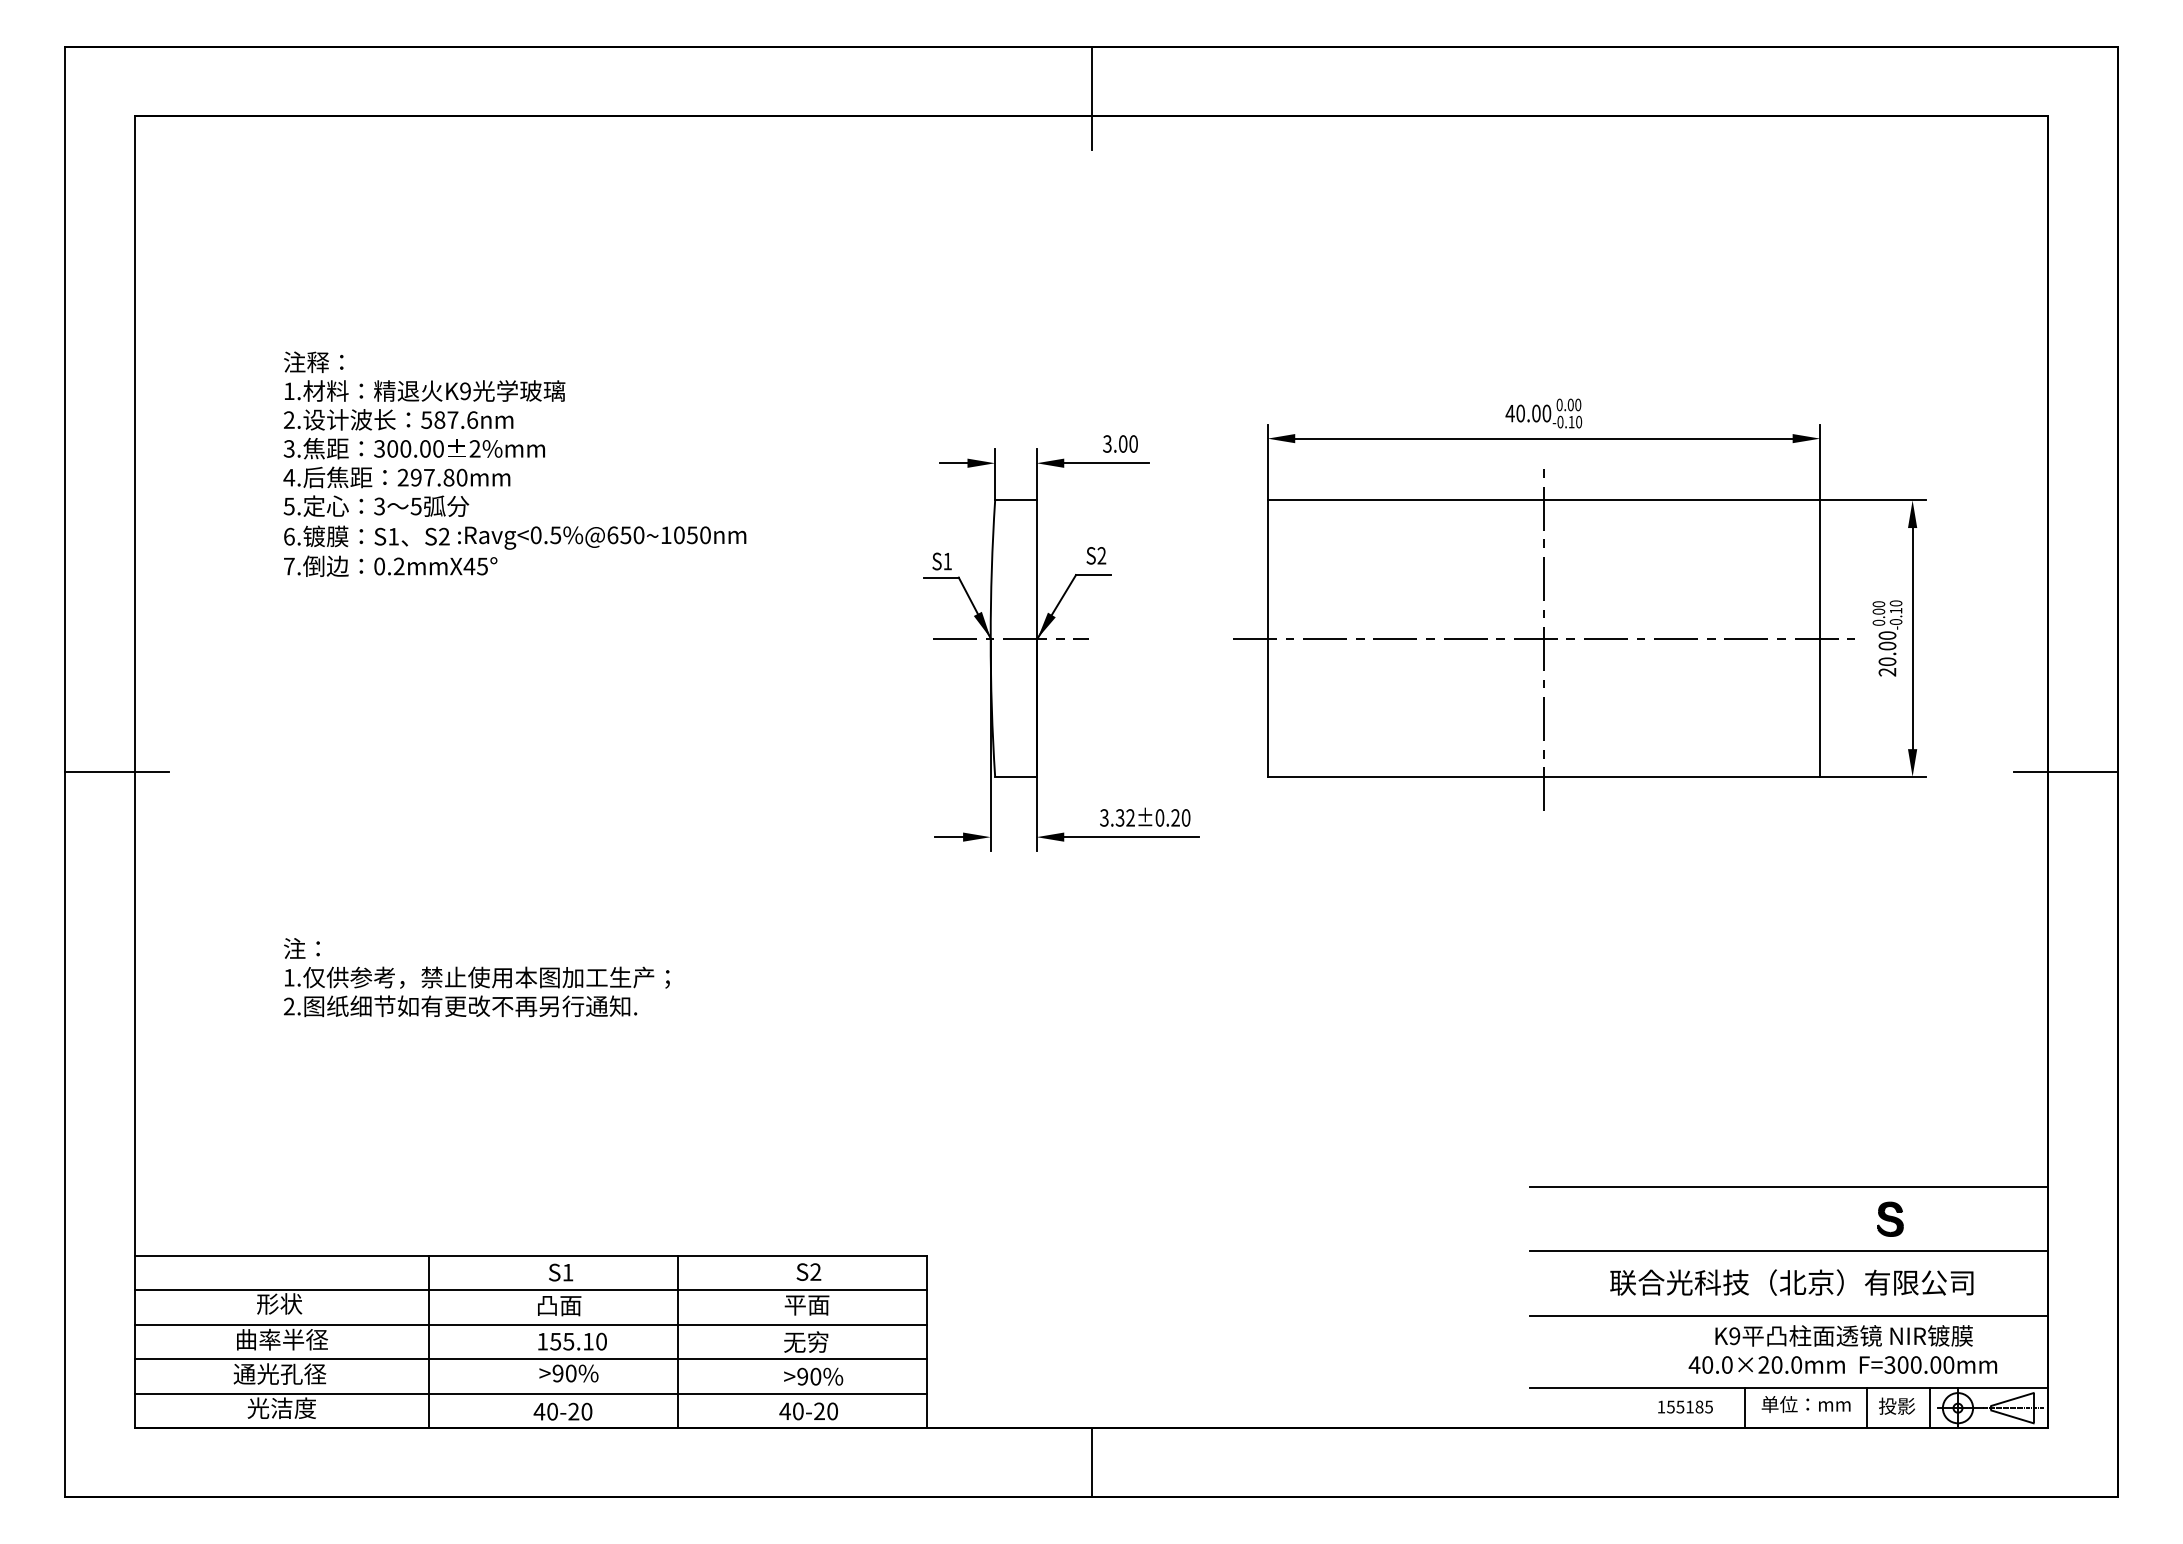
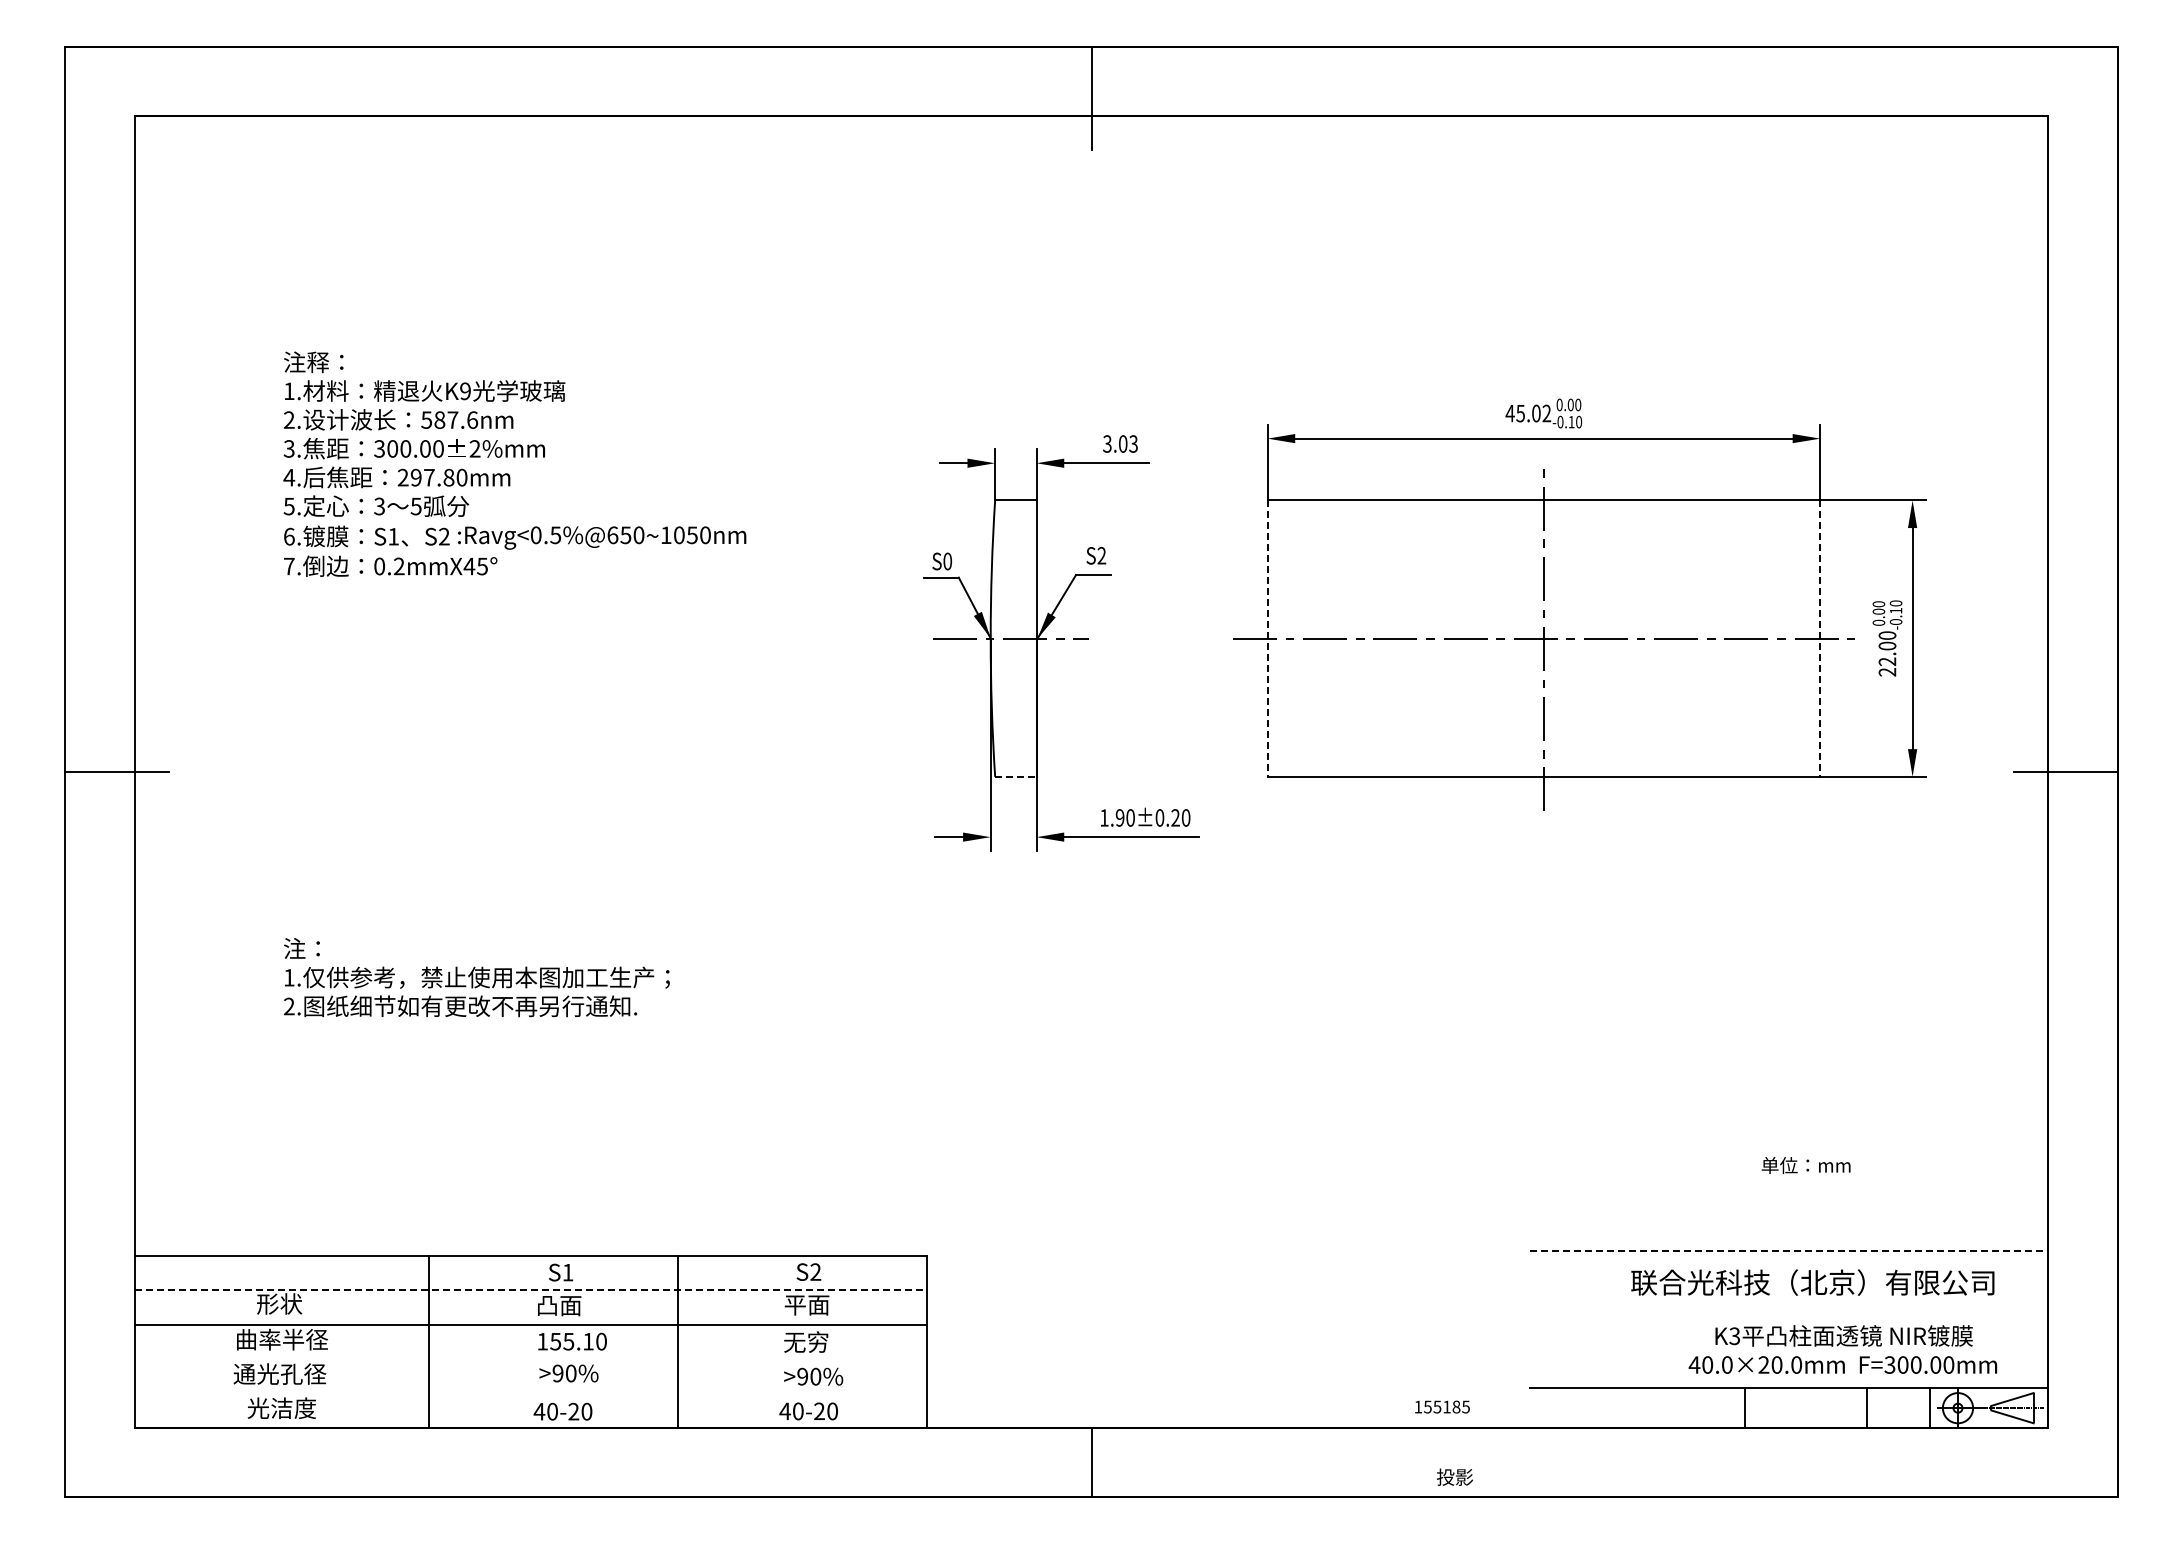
text at (1533, 413): 40.00 -> 45.02
text at (1133, 443): 3.00 -> 3.03
text at (947, 561): S1 -> S0
line at (1267, 639): solid -> dashed
line at (1820, 639): solid -> dashed
text at (1887, 661): 20.00 -> 22.00
line at (1015, 776): solid -> dashed
text at (1117, 817): 3.32±0.20 -> 1.90±0.20
line at (1789, 1186): present -> none
part at (1890, 1218): present -> none
line at (1789, 1251): solid -> dashed
text at (1791, 1282) position: (1791, 1282) -> (1812, 1282)
line at (531, 1290): solid -> dashed
line at (1789, 1315): present -> none
text at (1734, 1336): K9 -> K3
line at (530, 1359): present -> none
line at (530, 1393): present -> none
text at (1805, 1404) position: (1805, 1404) -> (1805, 1165)
text at (1896, 1405) position: (1896, 1405) -> (1454, 1476)
text at (1685, 1406) position: (1685, 1406) -> (1442, 1406)
